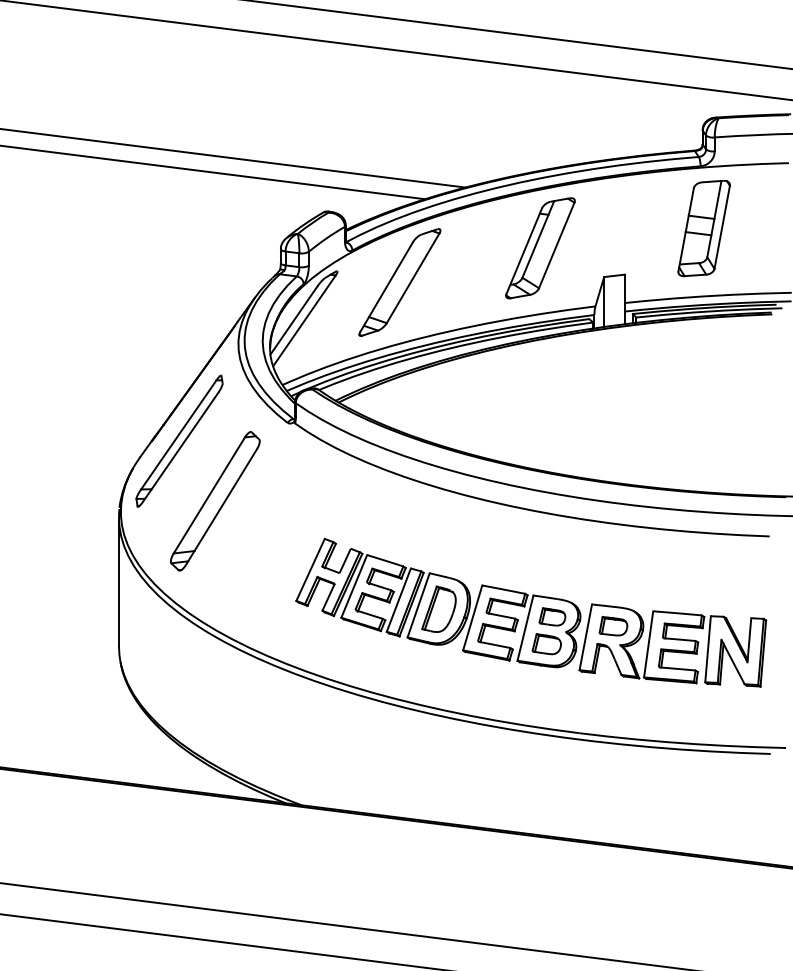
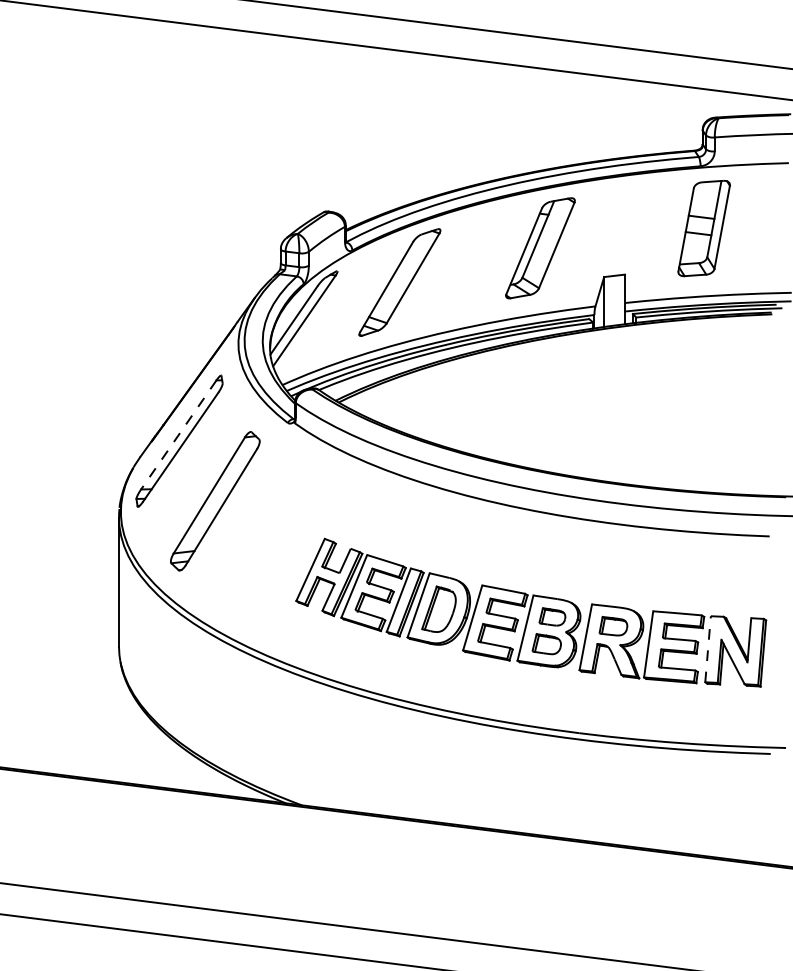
line at (233, 158): present -> none
line at (213, 172): present -> none
line at (178, 435): solid -> dashed
line at (708, 648): solid -> dashed
